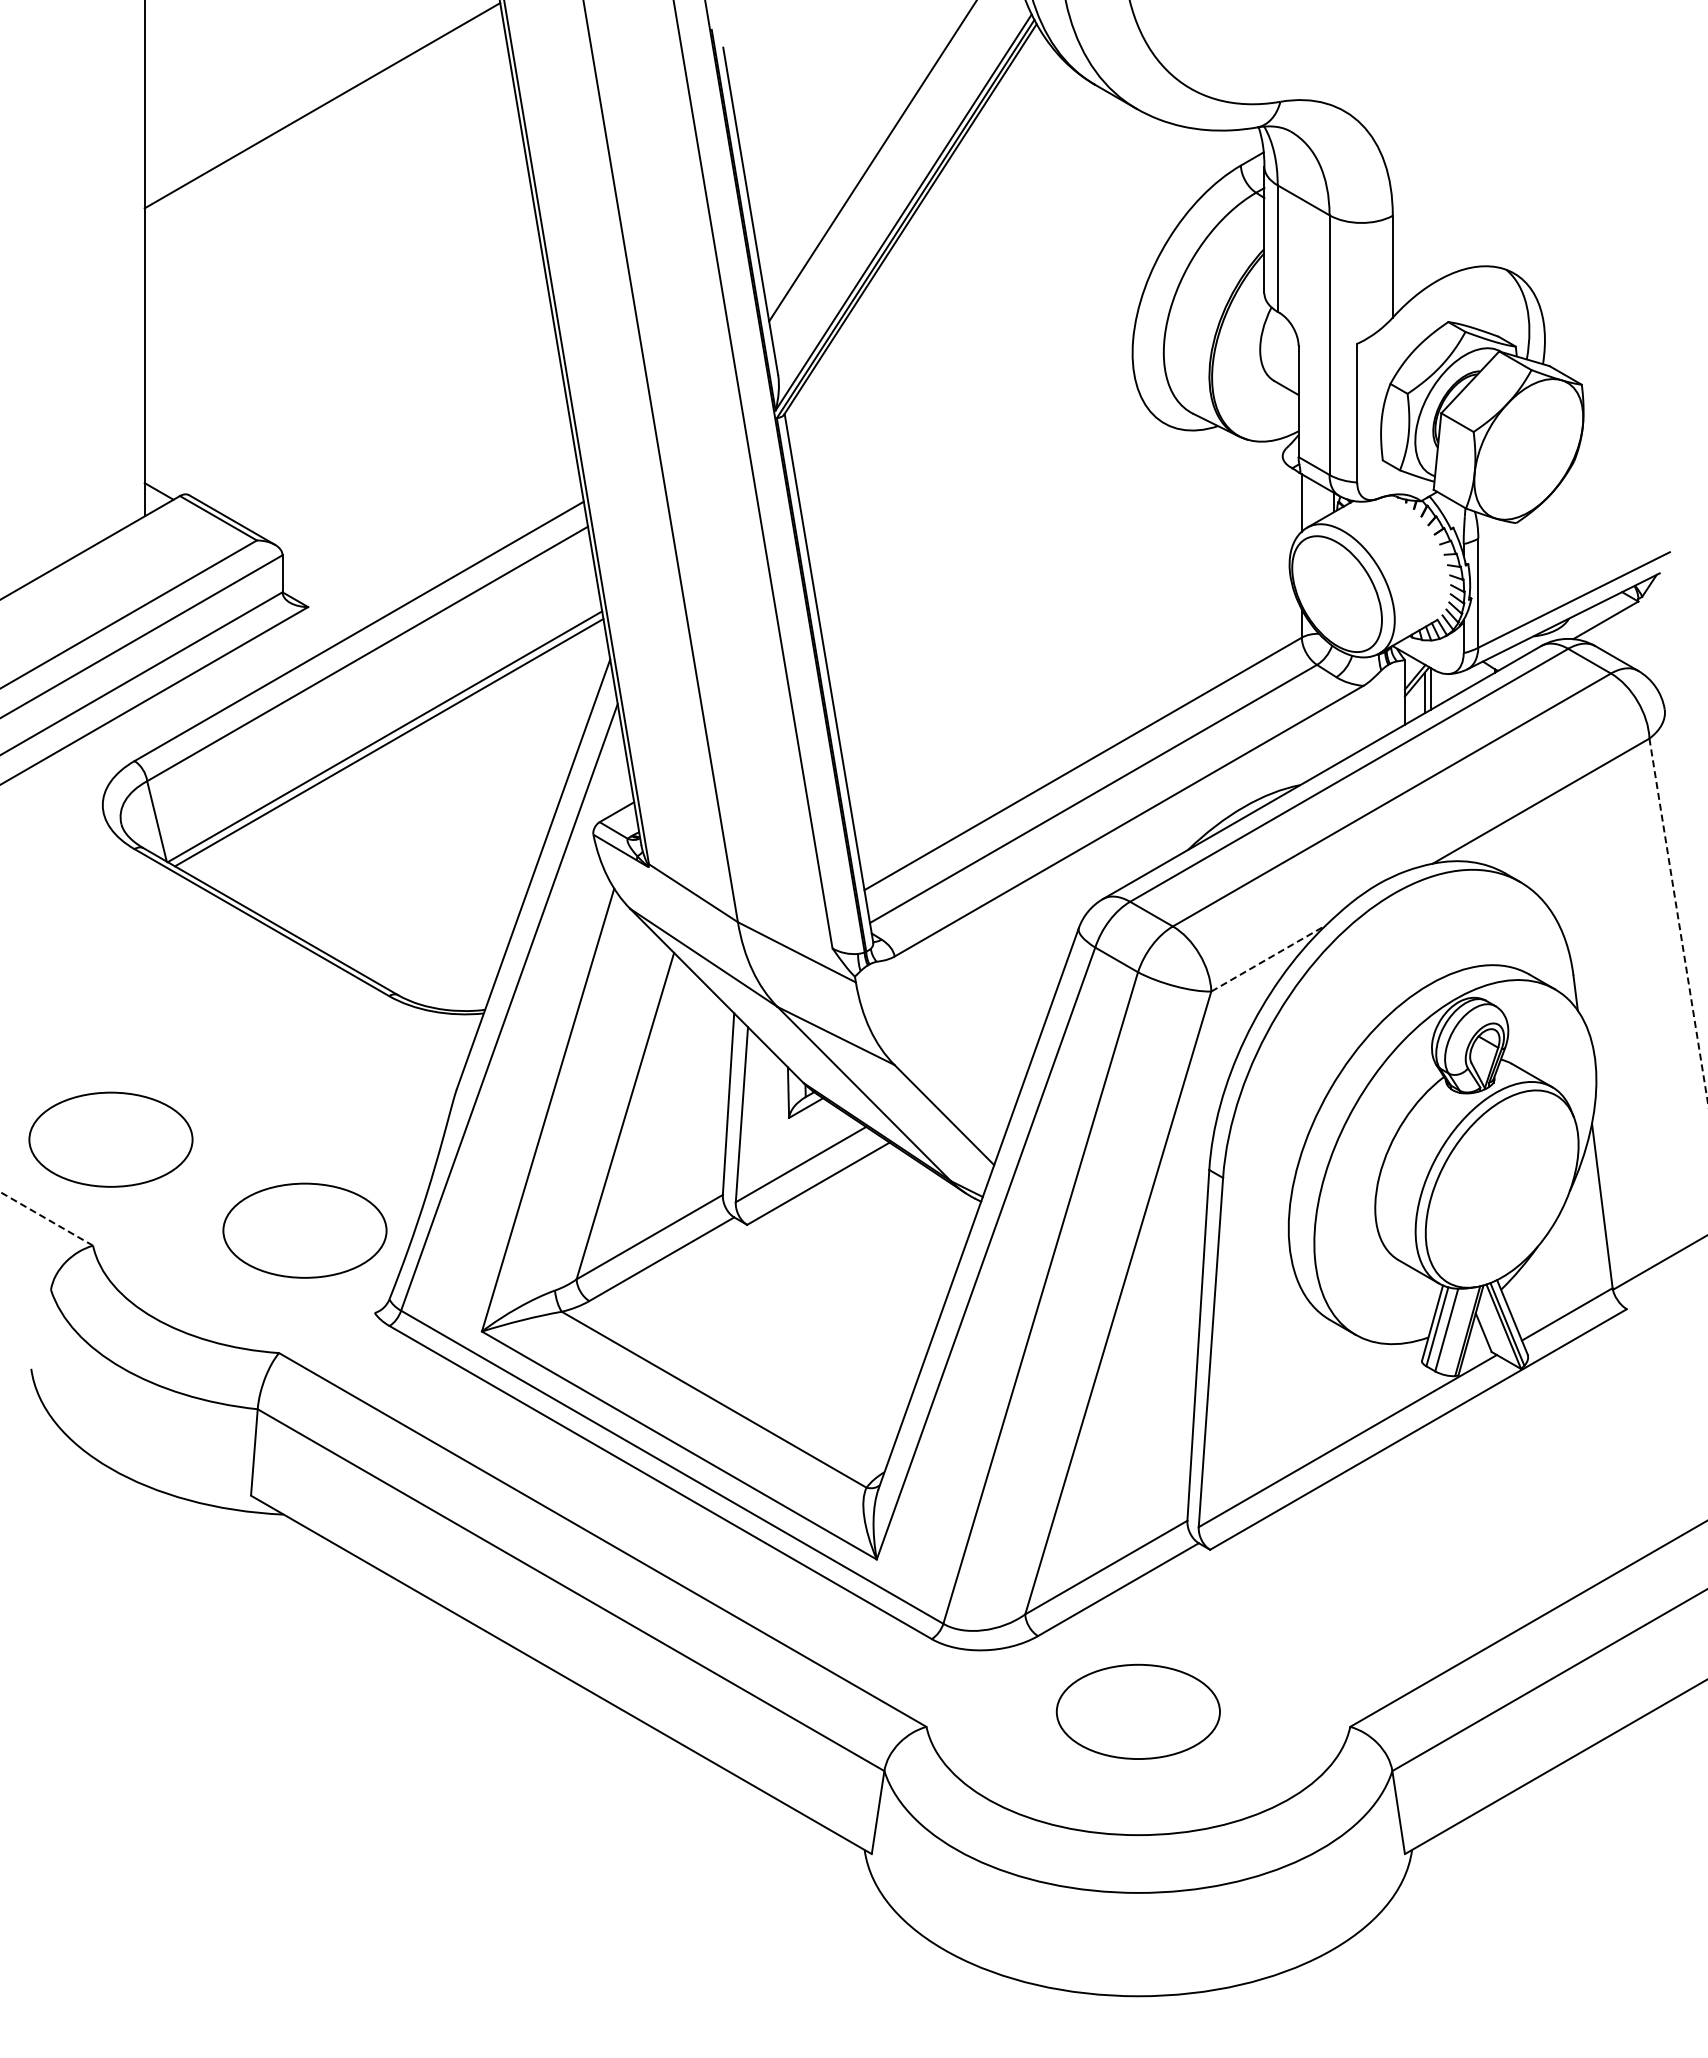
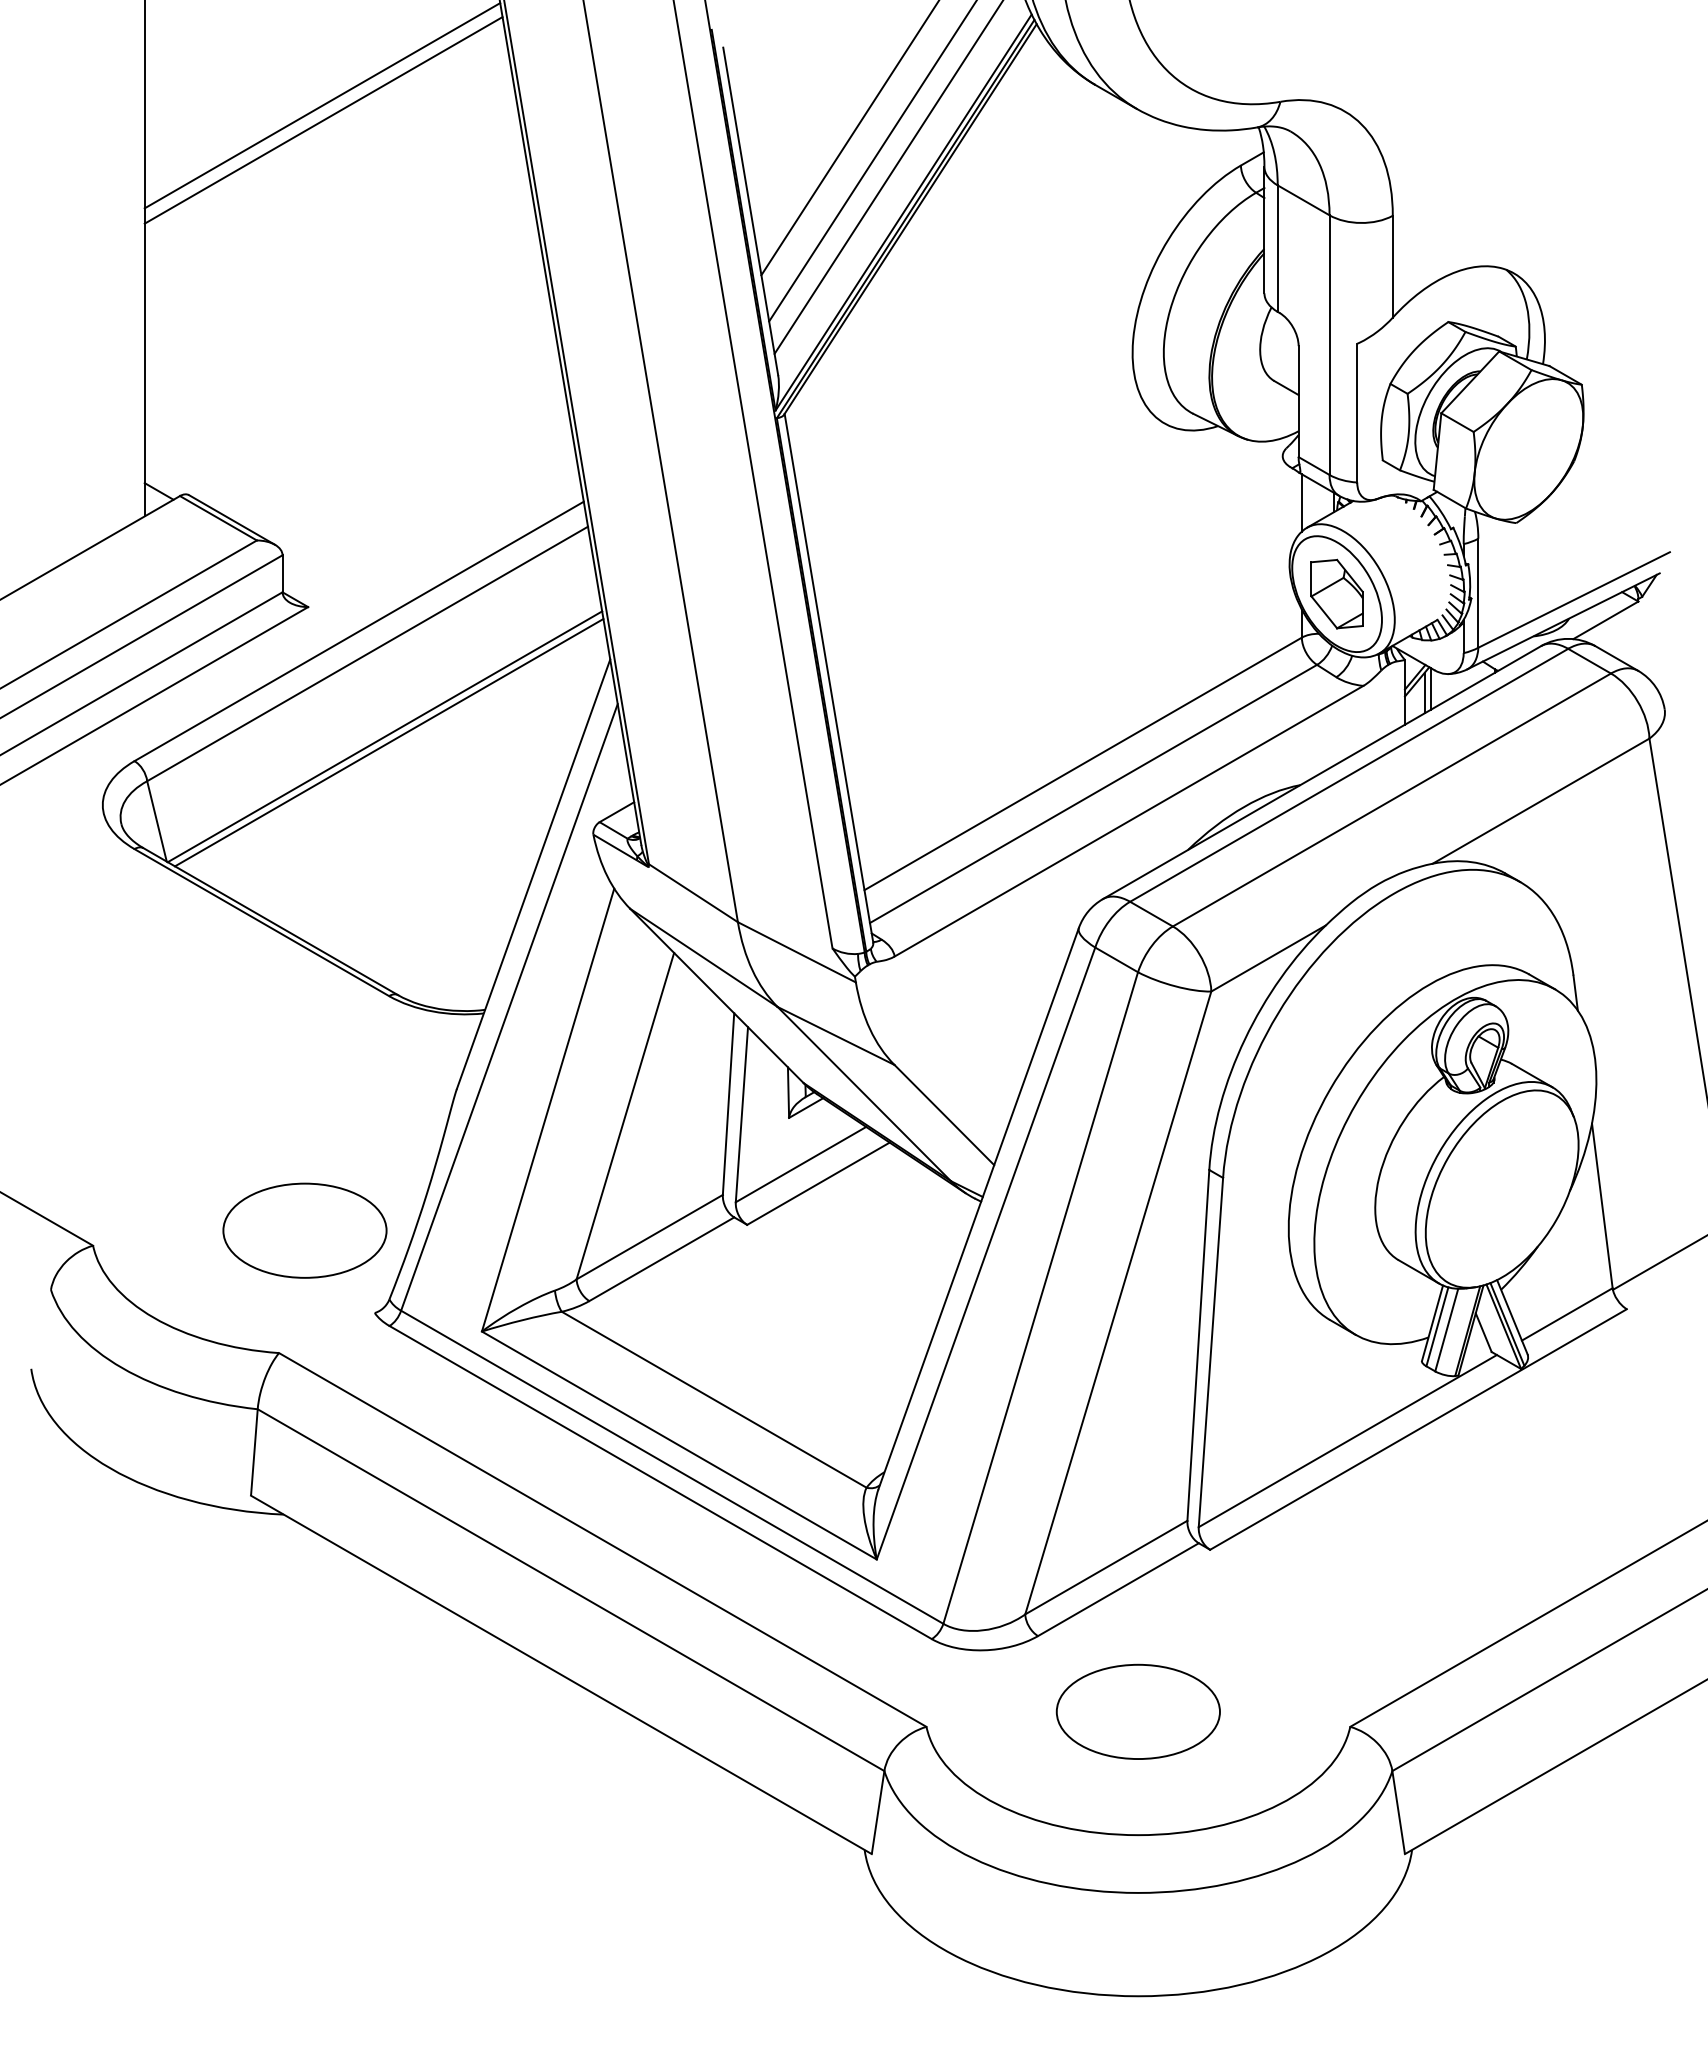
line at (323, 120): none -> present
line at (849, 138): none -> present
line at (887, 177): none -> present
part at (1336, 593): none -> present
line at (1678, 921): dashed -> solid
line at (1269, 958): dashed -> solid
part at (110, 1139): present -> none
line at (46, 1218): dashed -> solid
